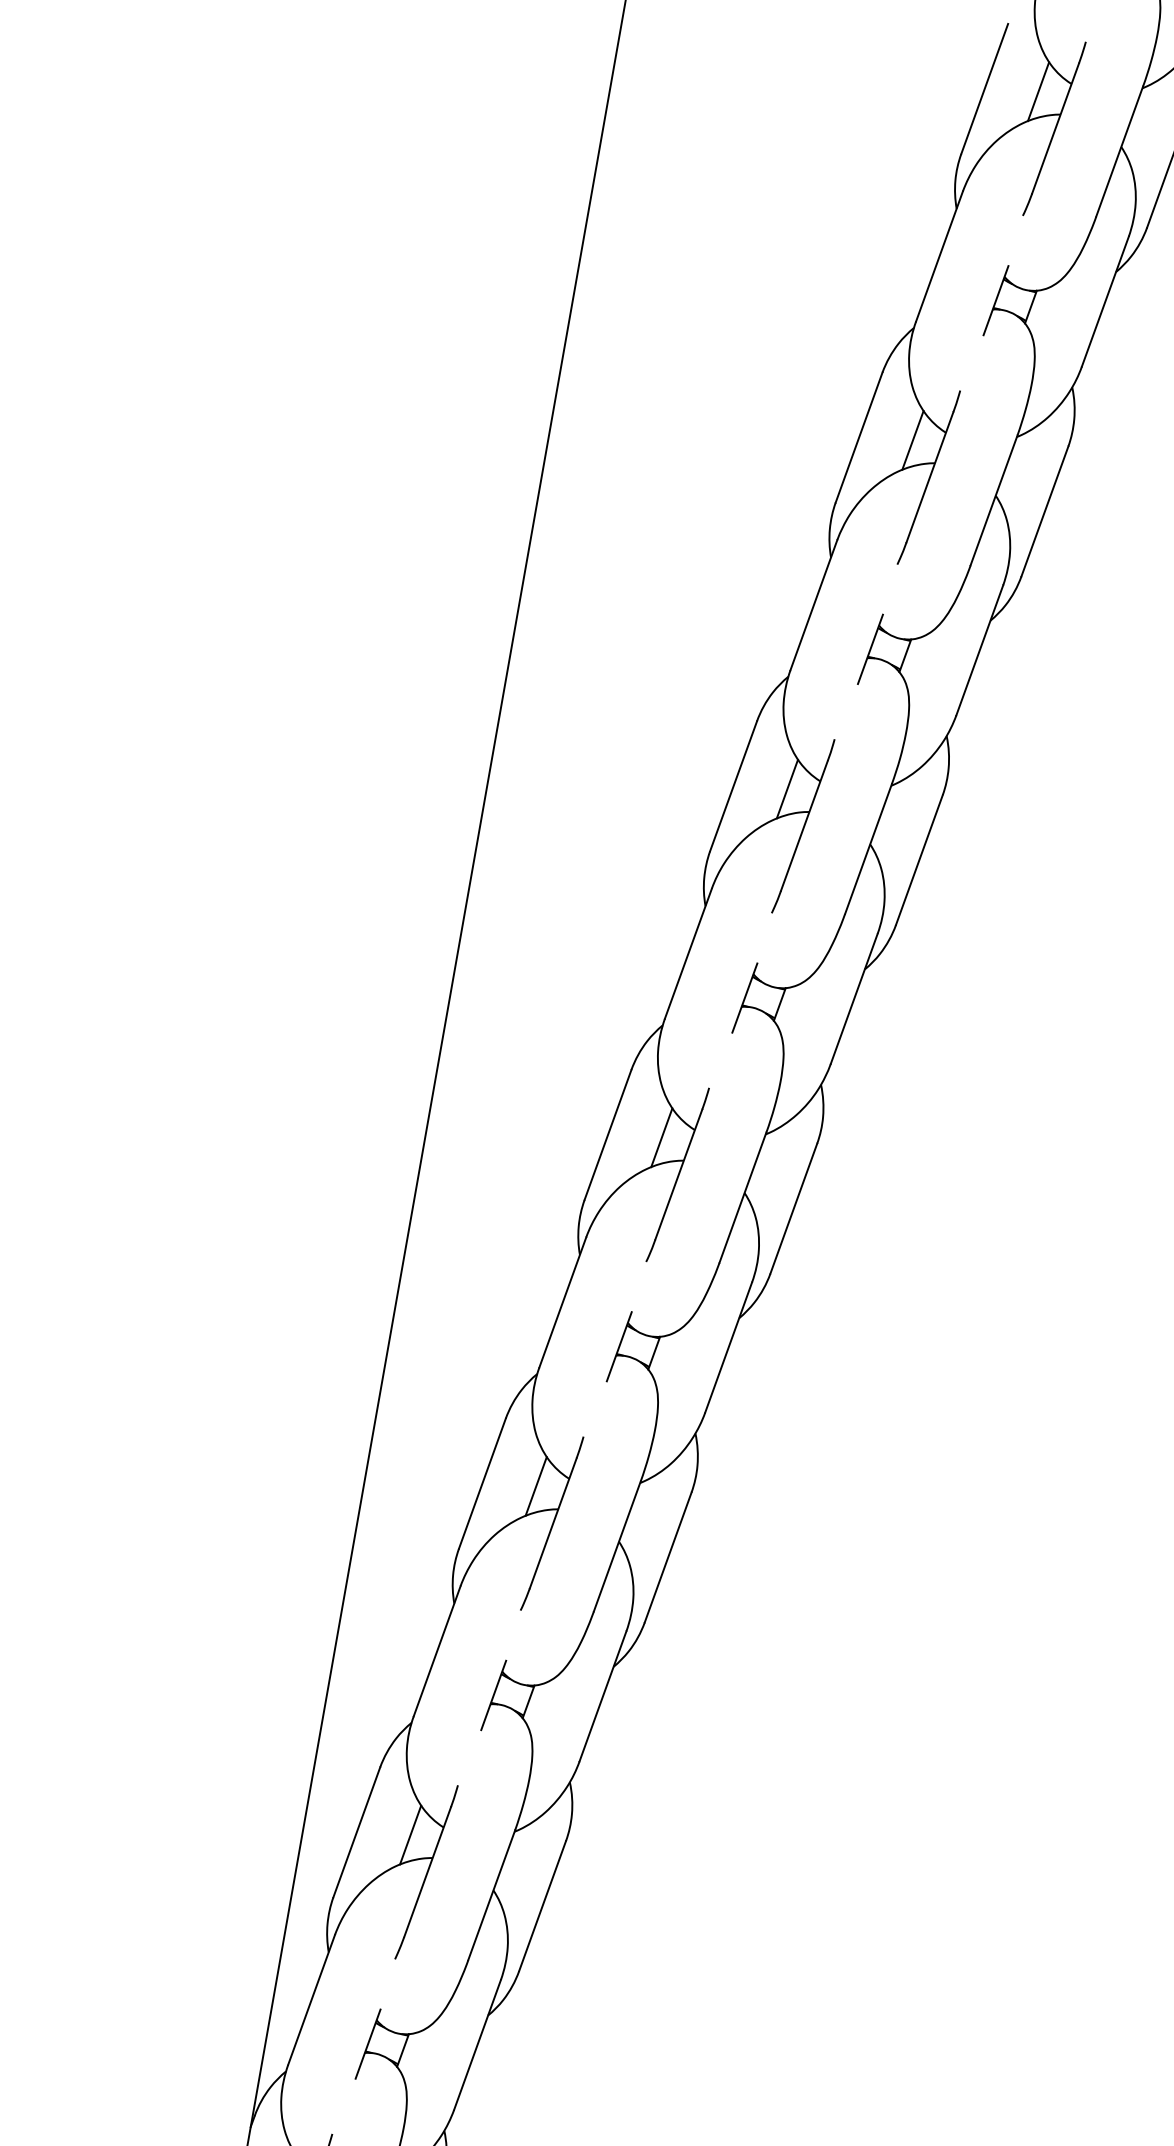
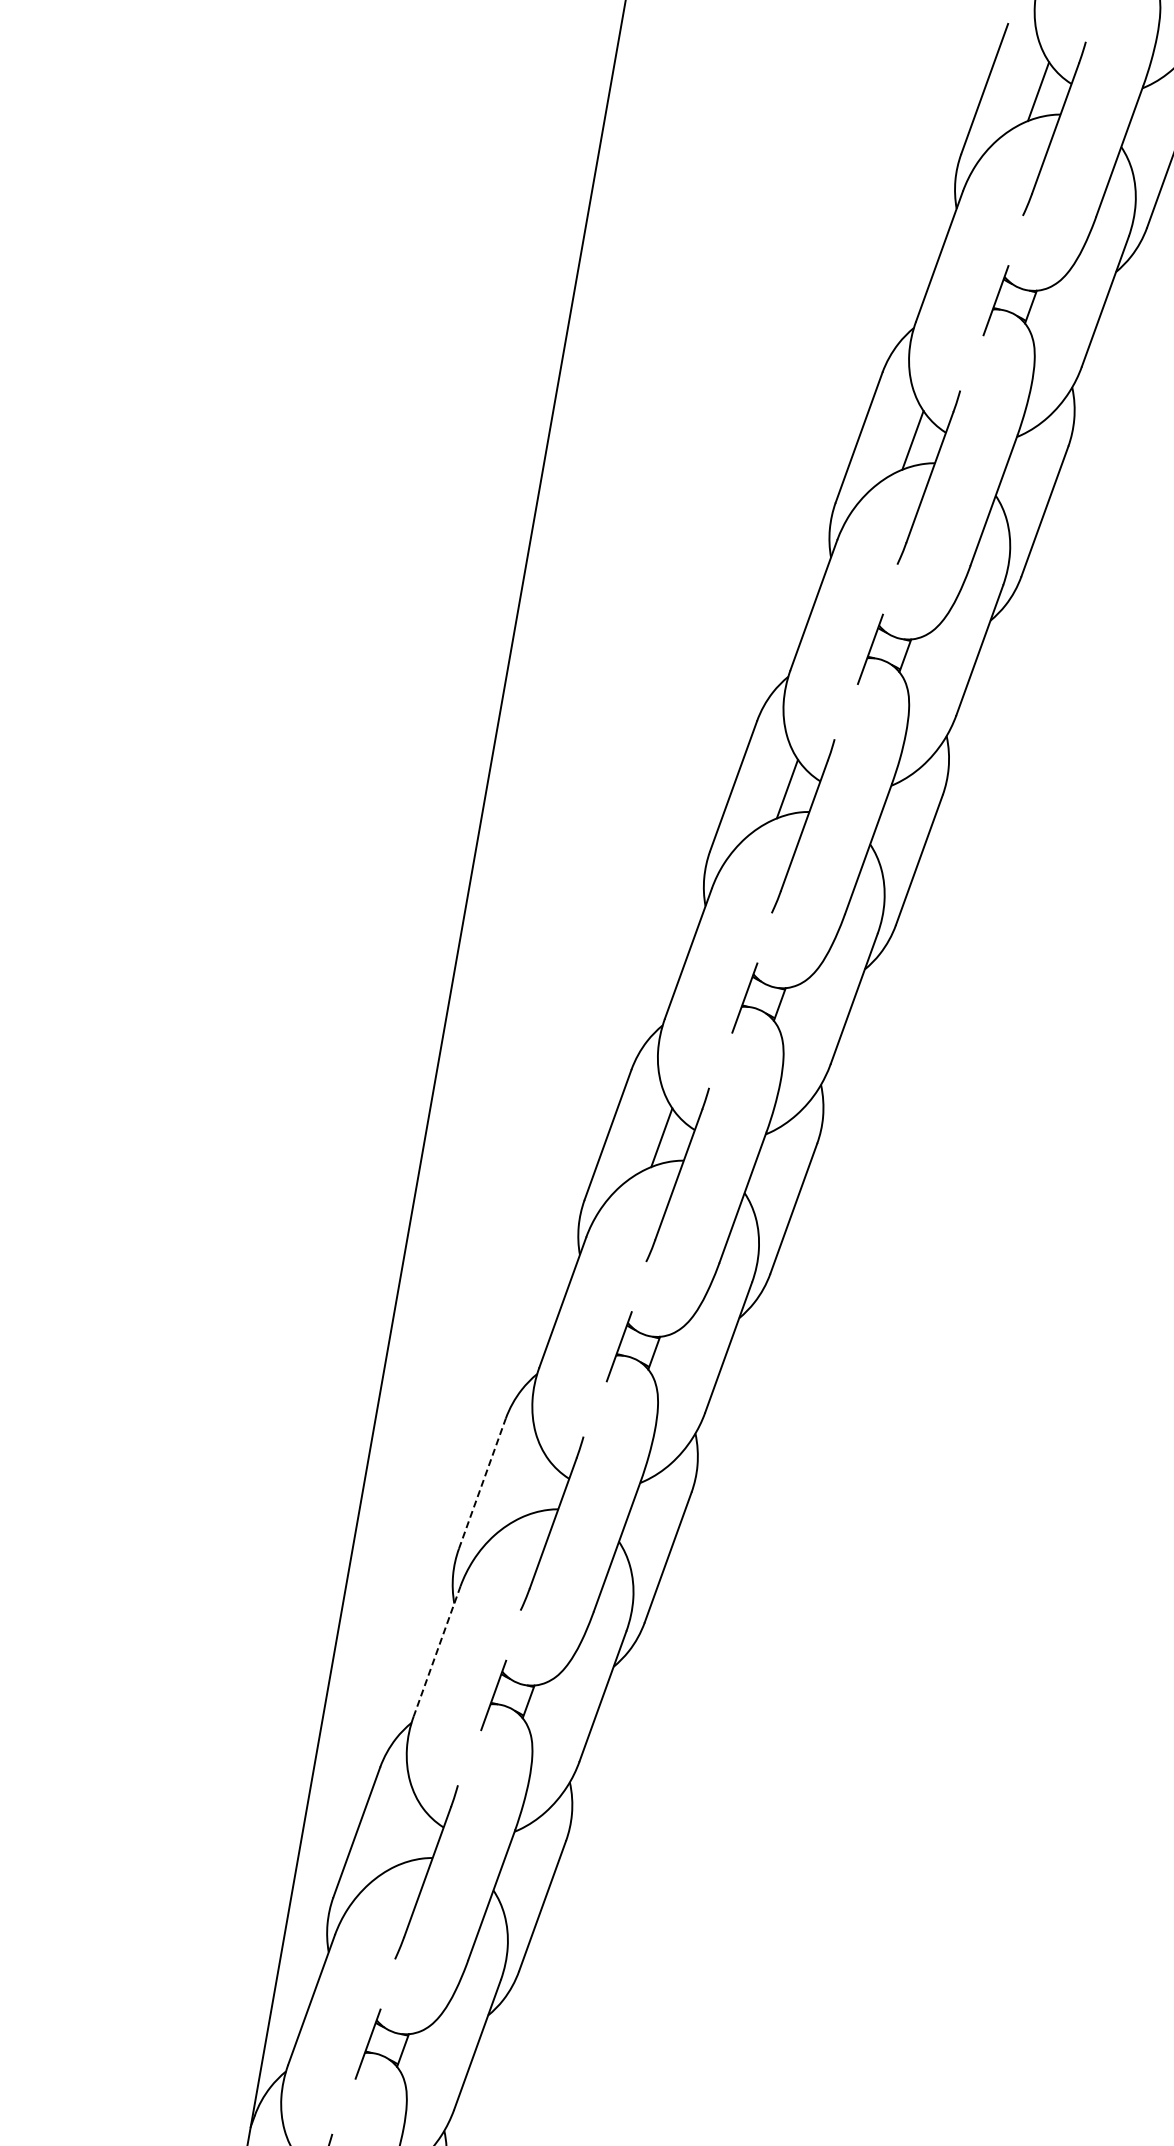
line at (482, 1483): solid -> dashed
line at (535, 1486): present -> none
line at (437, 1651): solid -> dashed
line at (410, 1834): present -> none
